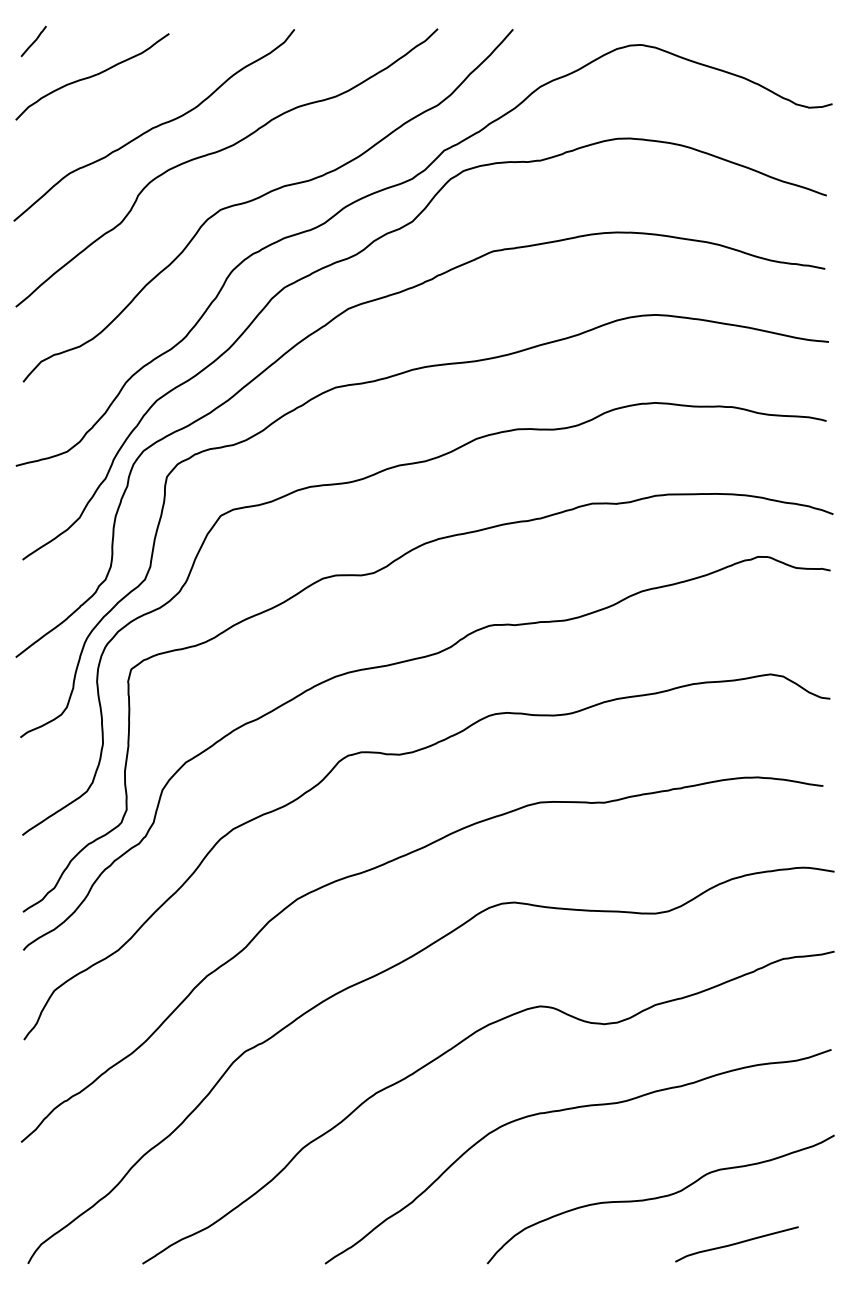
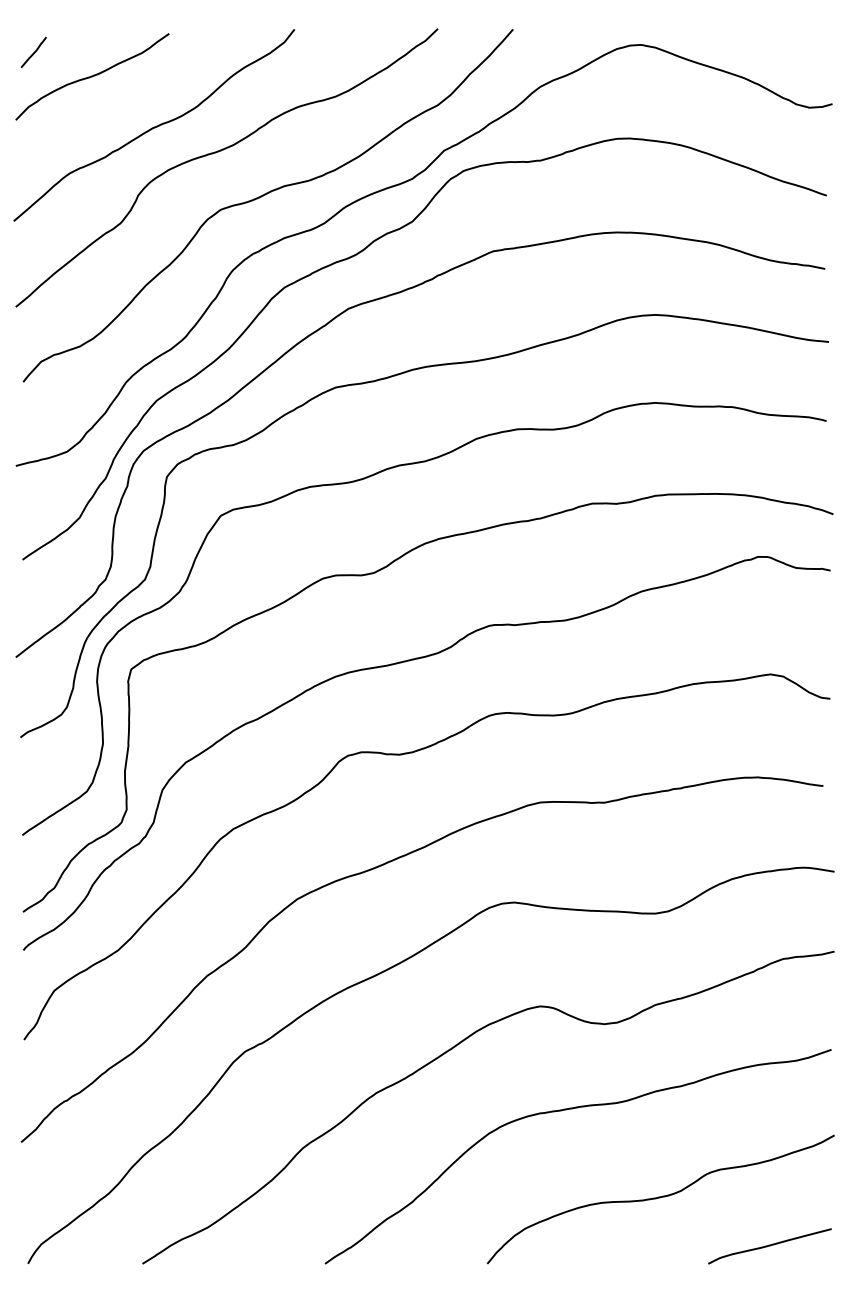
line at (34, 40) position: (34, 40) -> (34, 51)
curve at (736, 1244) position: (736, 1244) -> (769, 1246)
